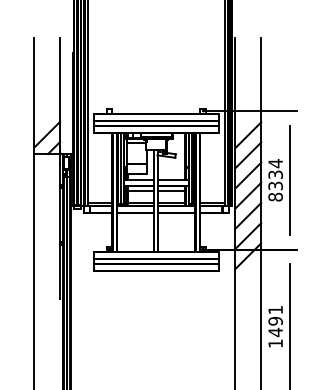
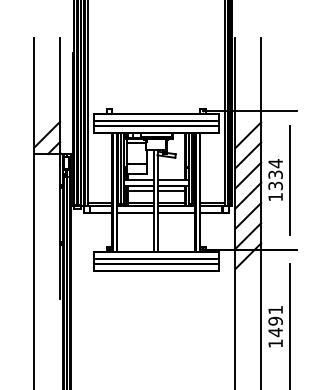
text at (275, 196): 8334 -> 1334
